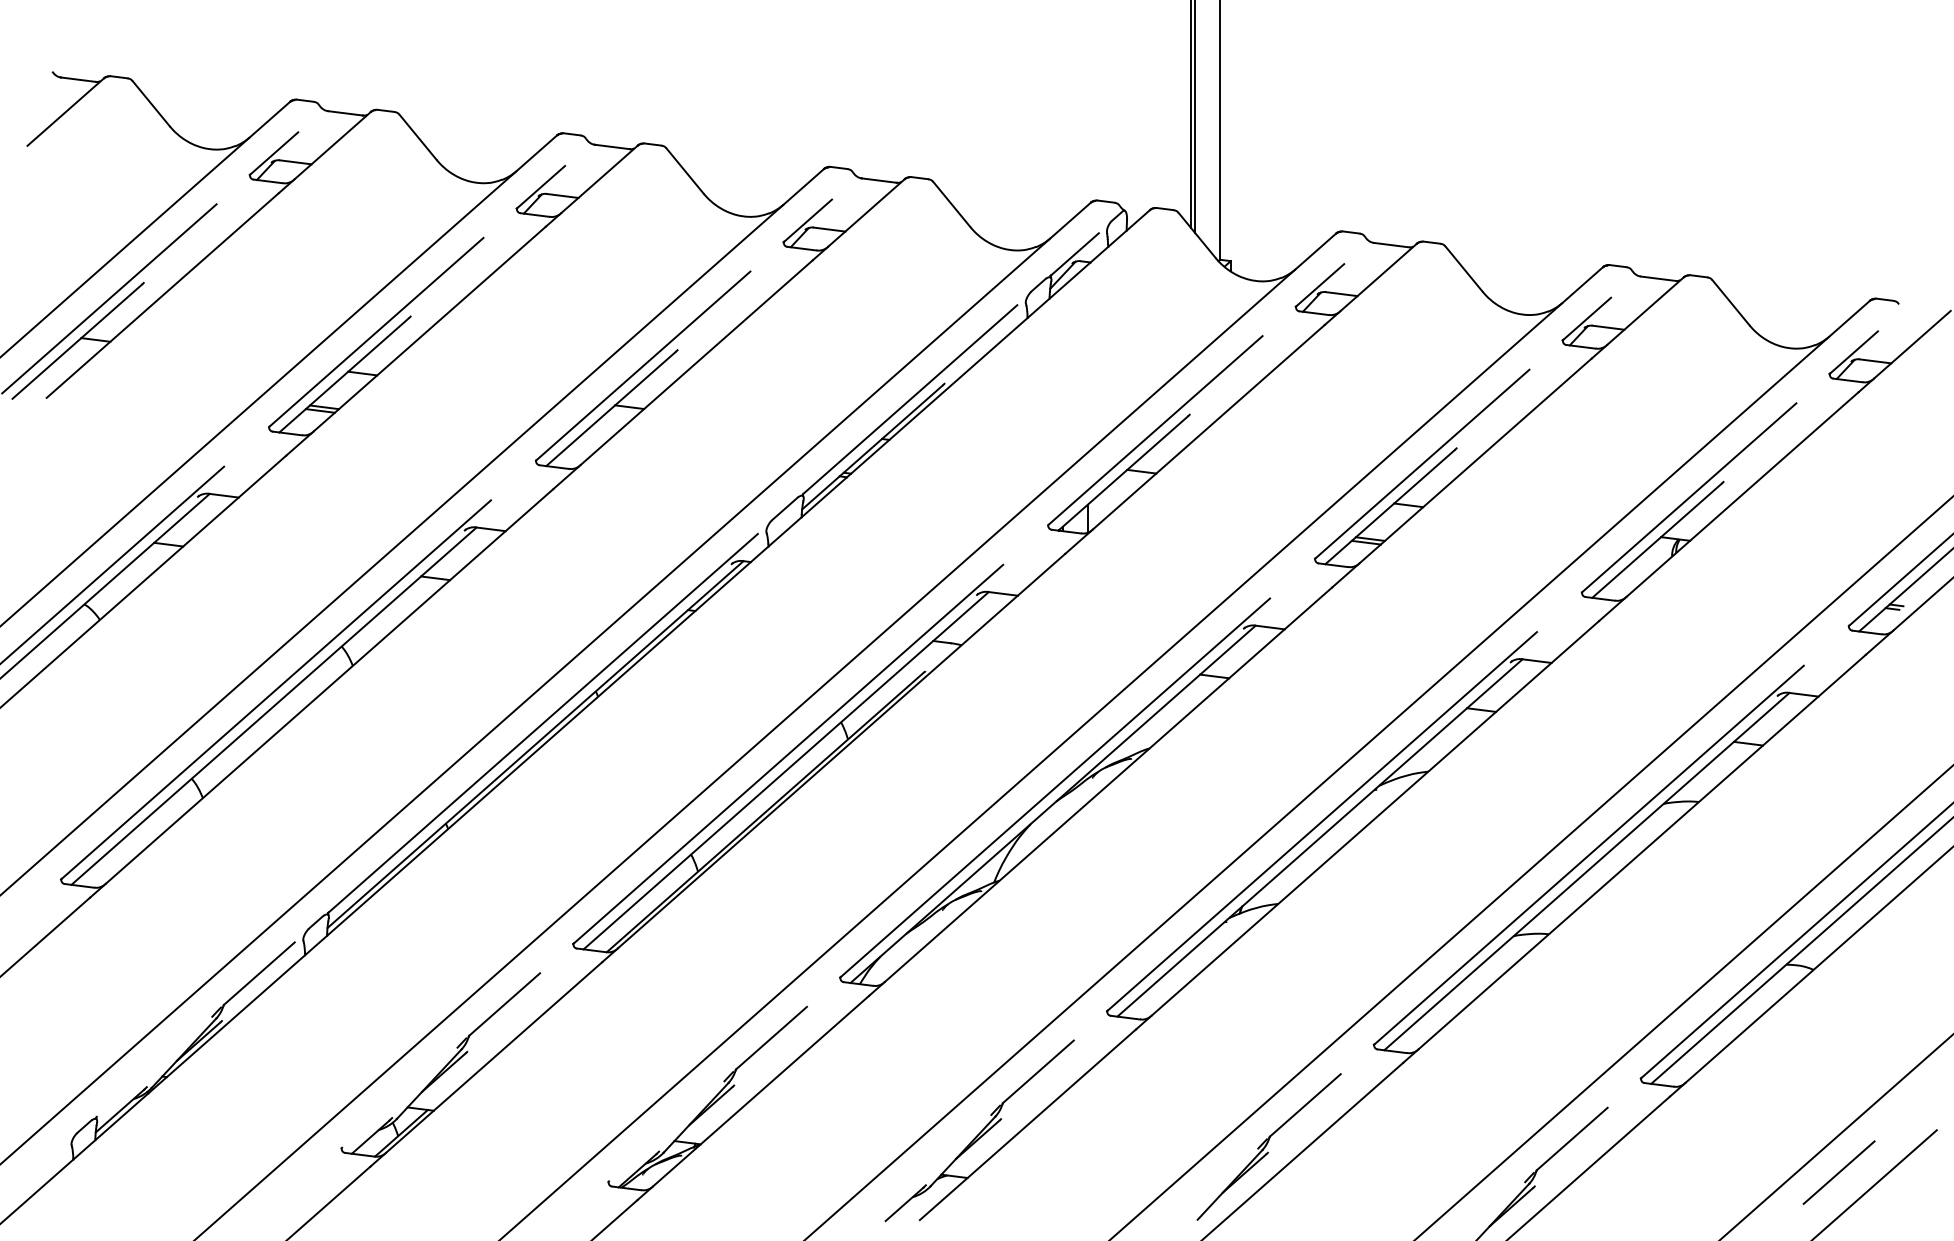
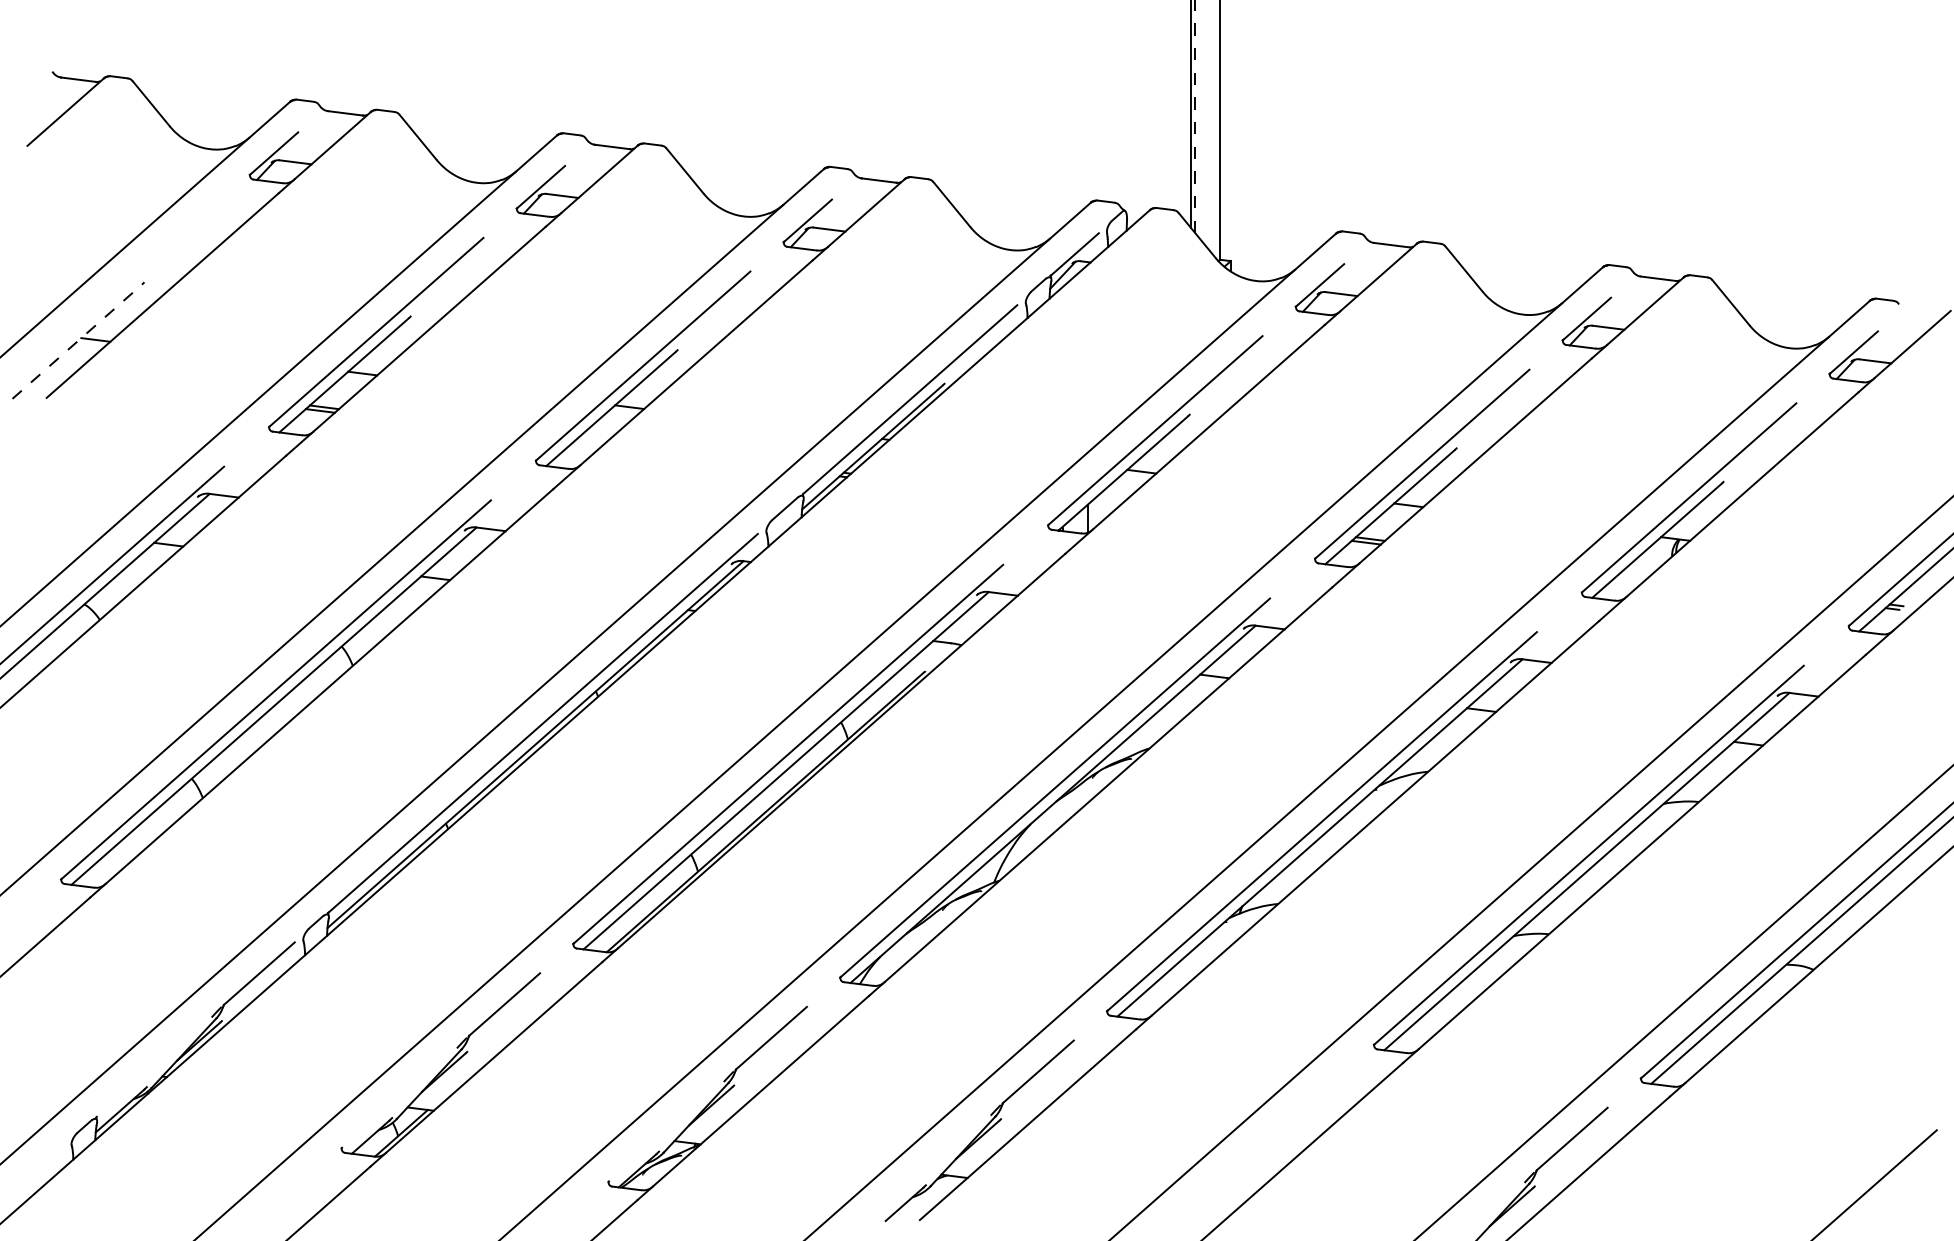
line at (1195, 116): solid -> dashed
line at (109, 298): present -> none
line at (77, 341): solid -> dashed
line at (1836, 1136): present -> none
part at (1268, 1146): present -> none
line at (1838, 1172): present -> none
